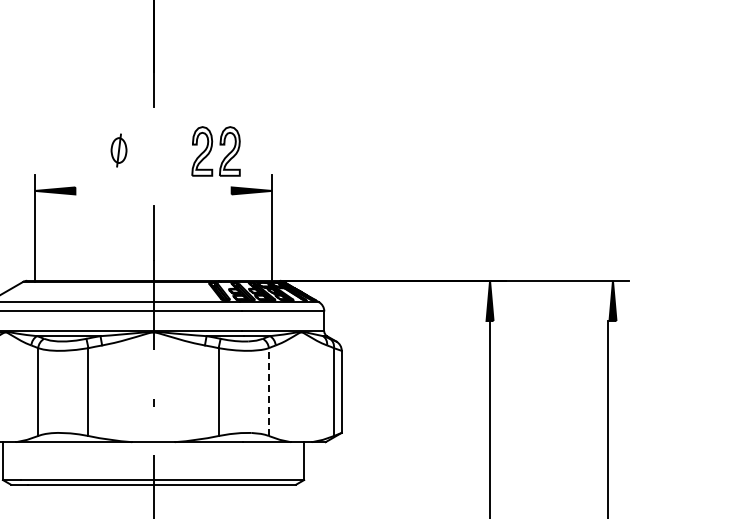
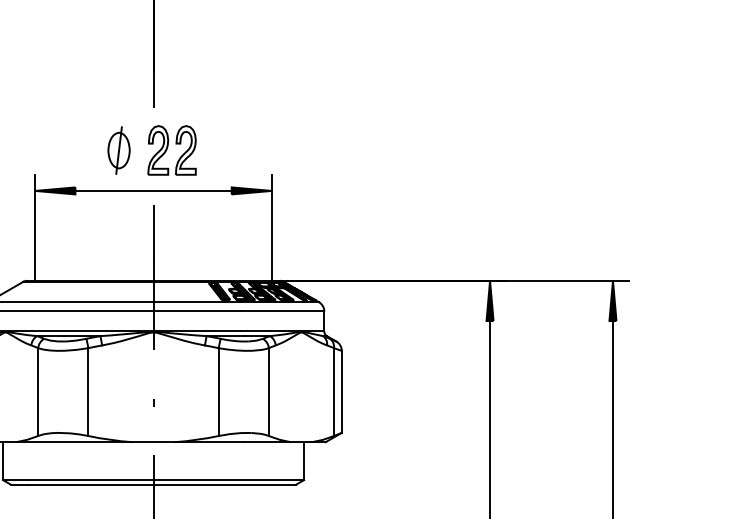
part at (118, 150) size: 18x35 px -> 24x49 px
part at (215, 151) position: (215, 151) -> (171, 150)
line at (153, 190): none -> present
line at (268, 392): dashed -> solid
line at (607, 418) position: (607, 418) -> (612, 418)
